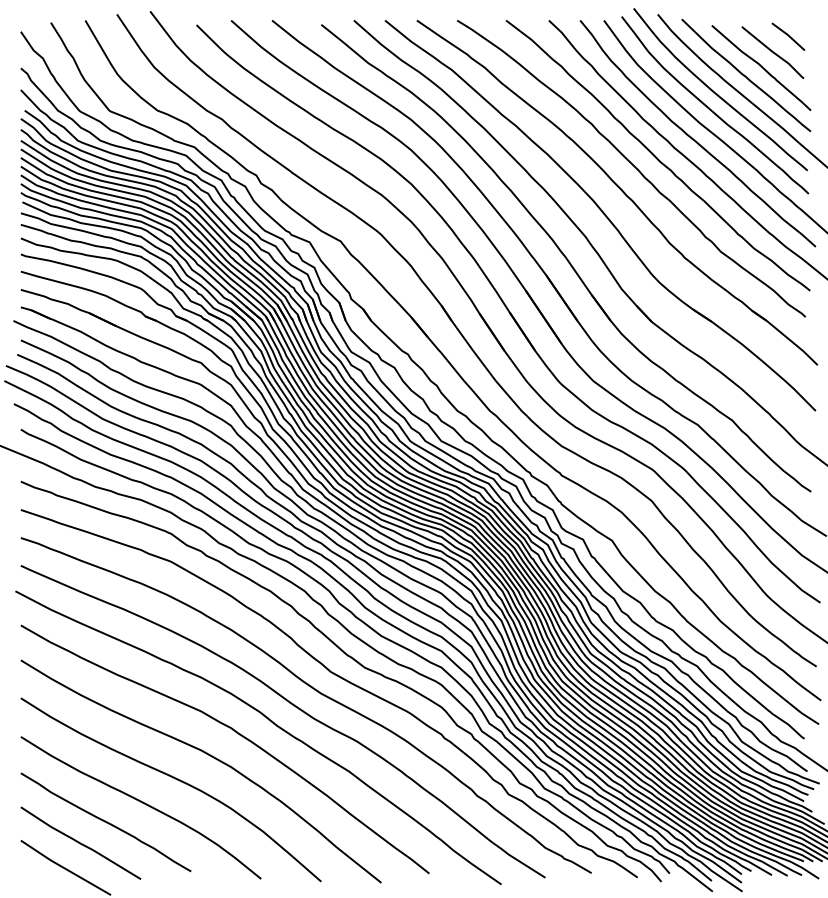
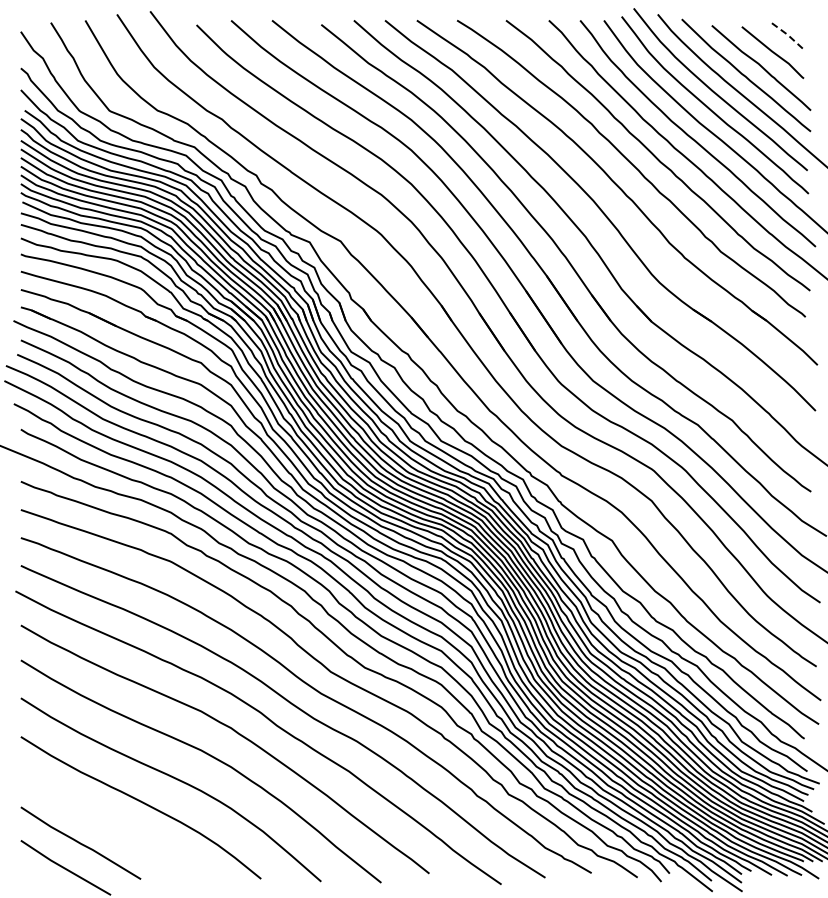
line at (789, 36): solid -> dashed
curve at (105, 822): present -> none
